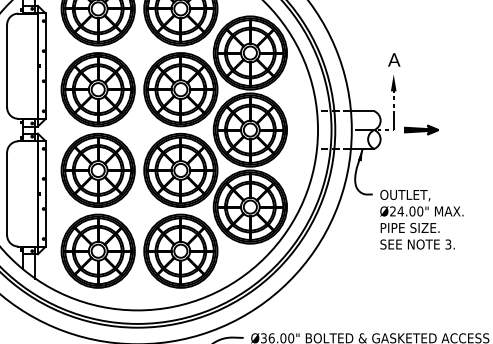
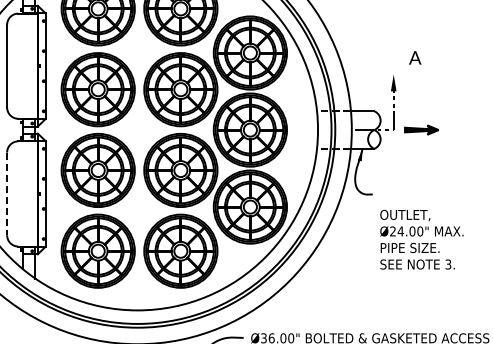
text at (394, 59) position: (394, 59) -> (415, 57)
line at (7, 194): solid -> dashed
text at (421, 219) position: (421, 219) -> (421, 239)
